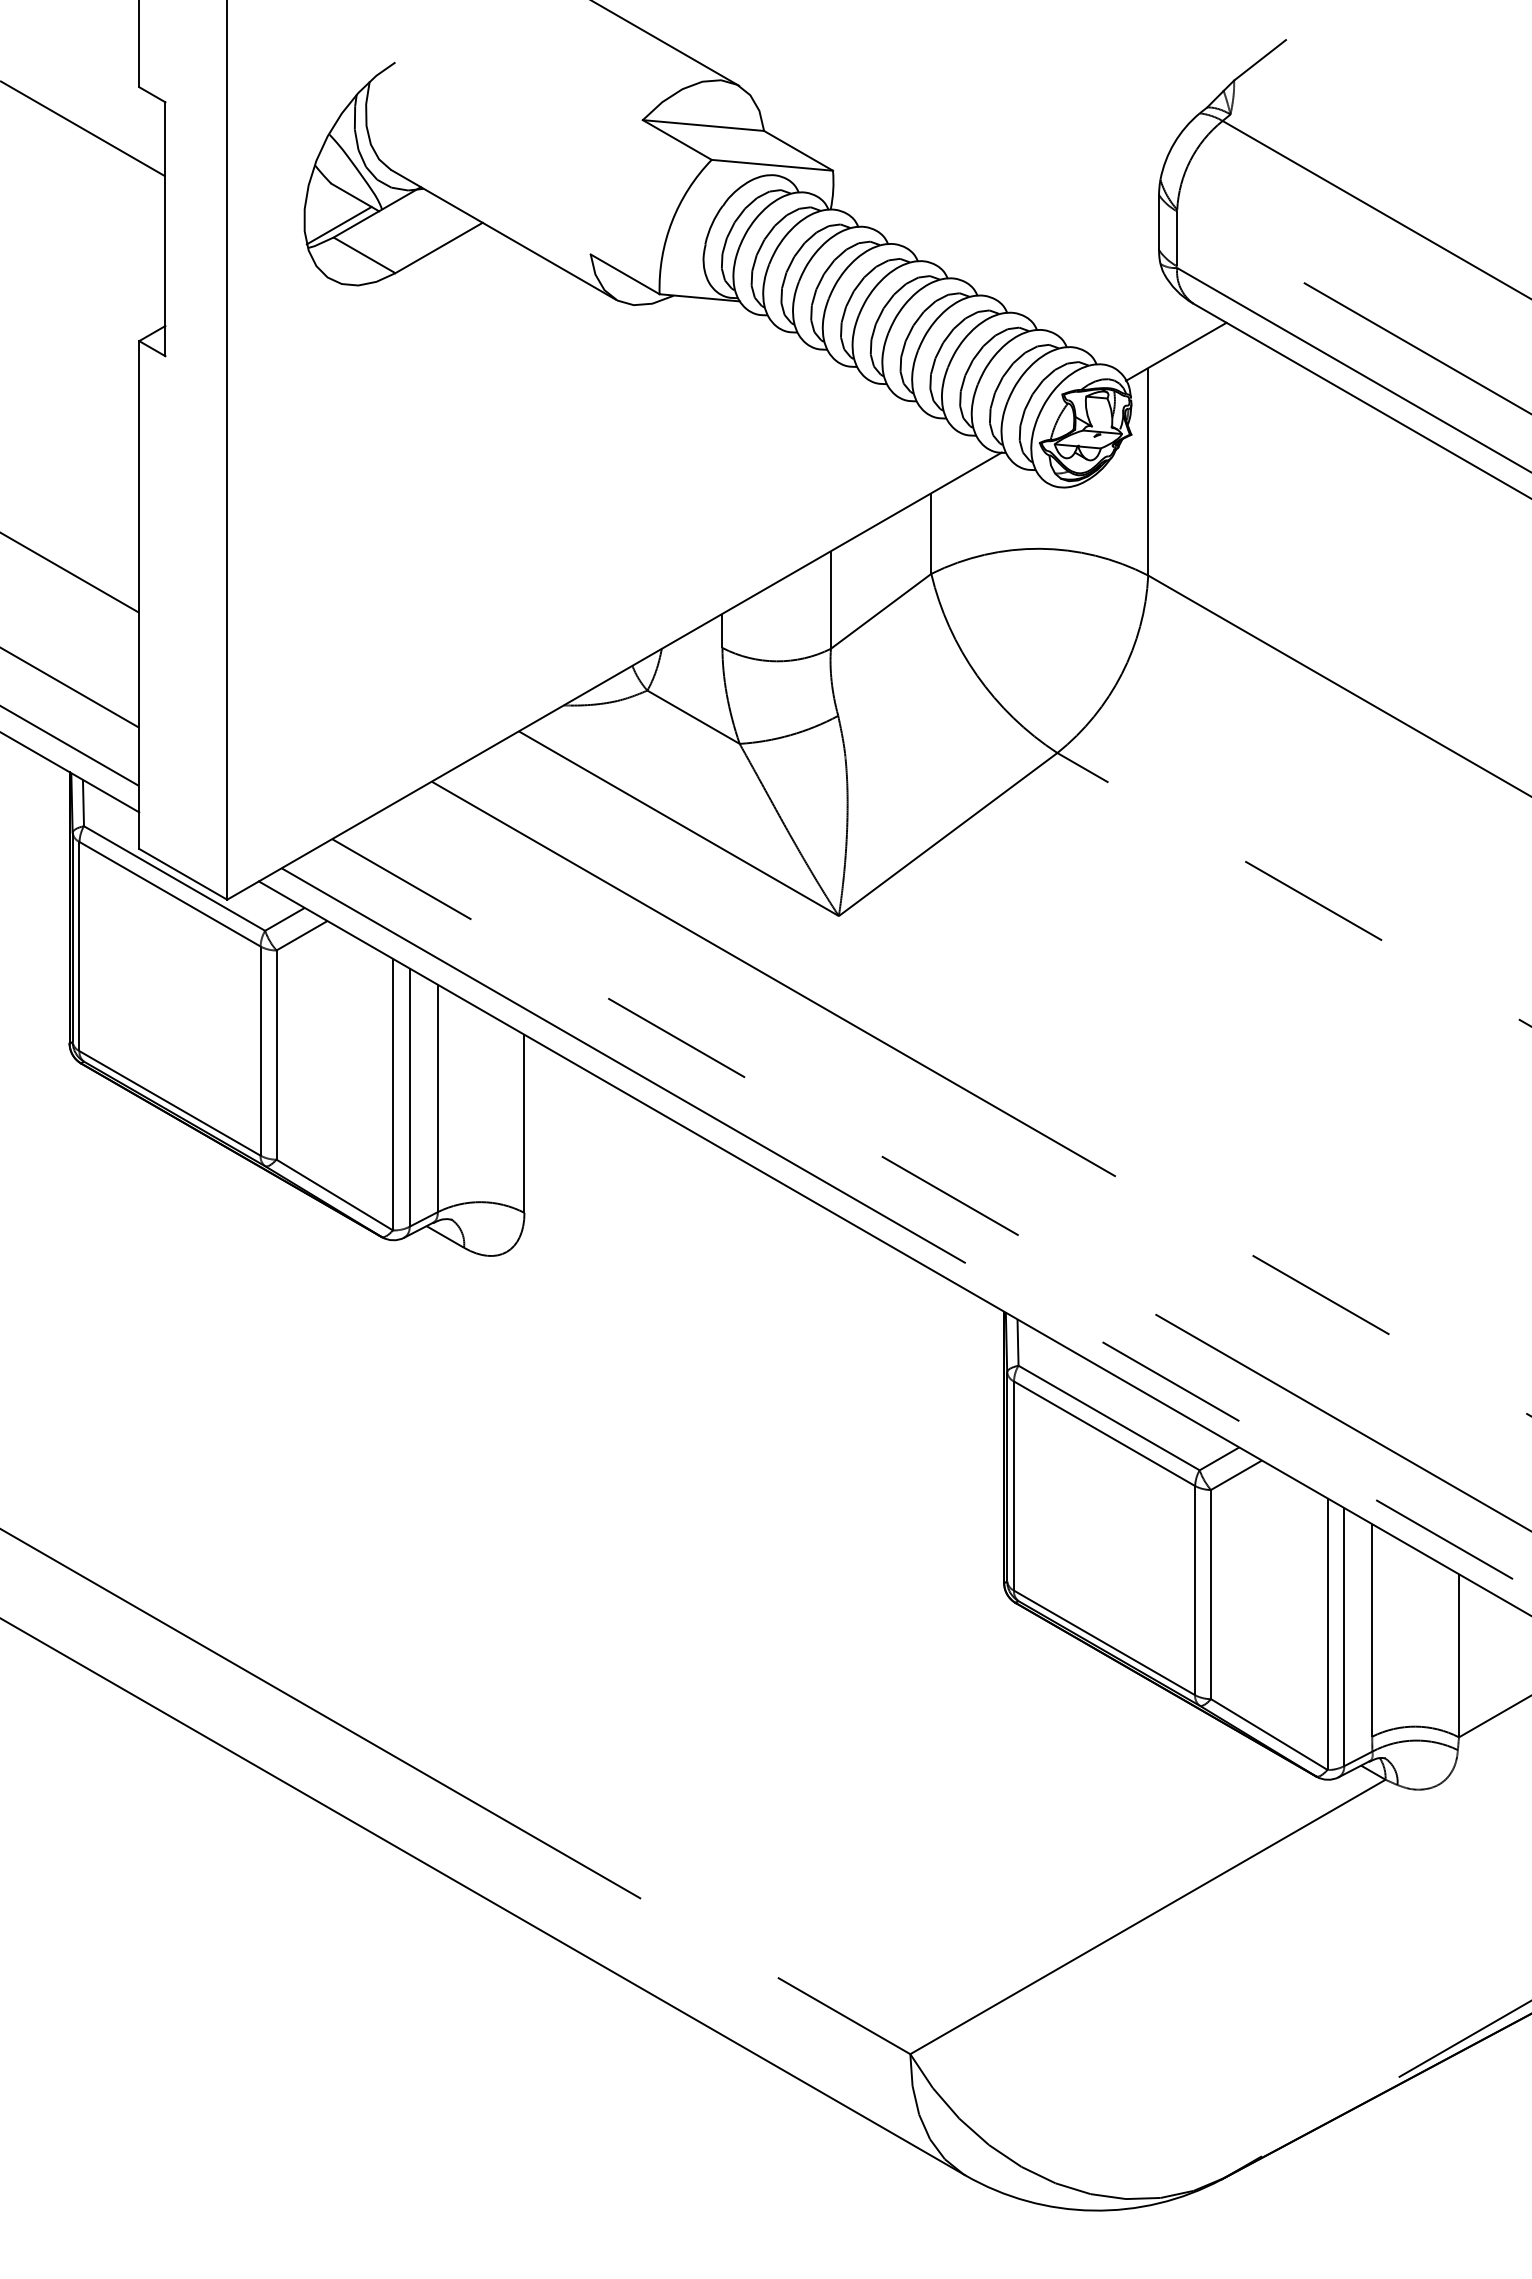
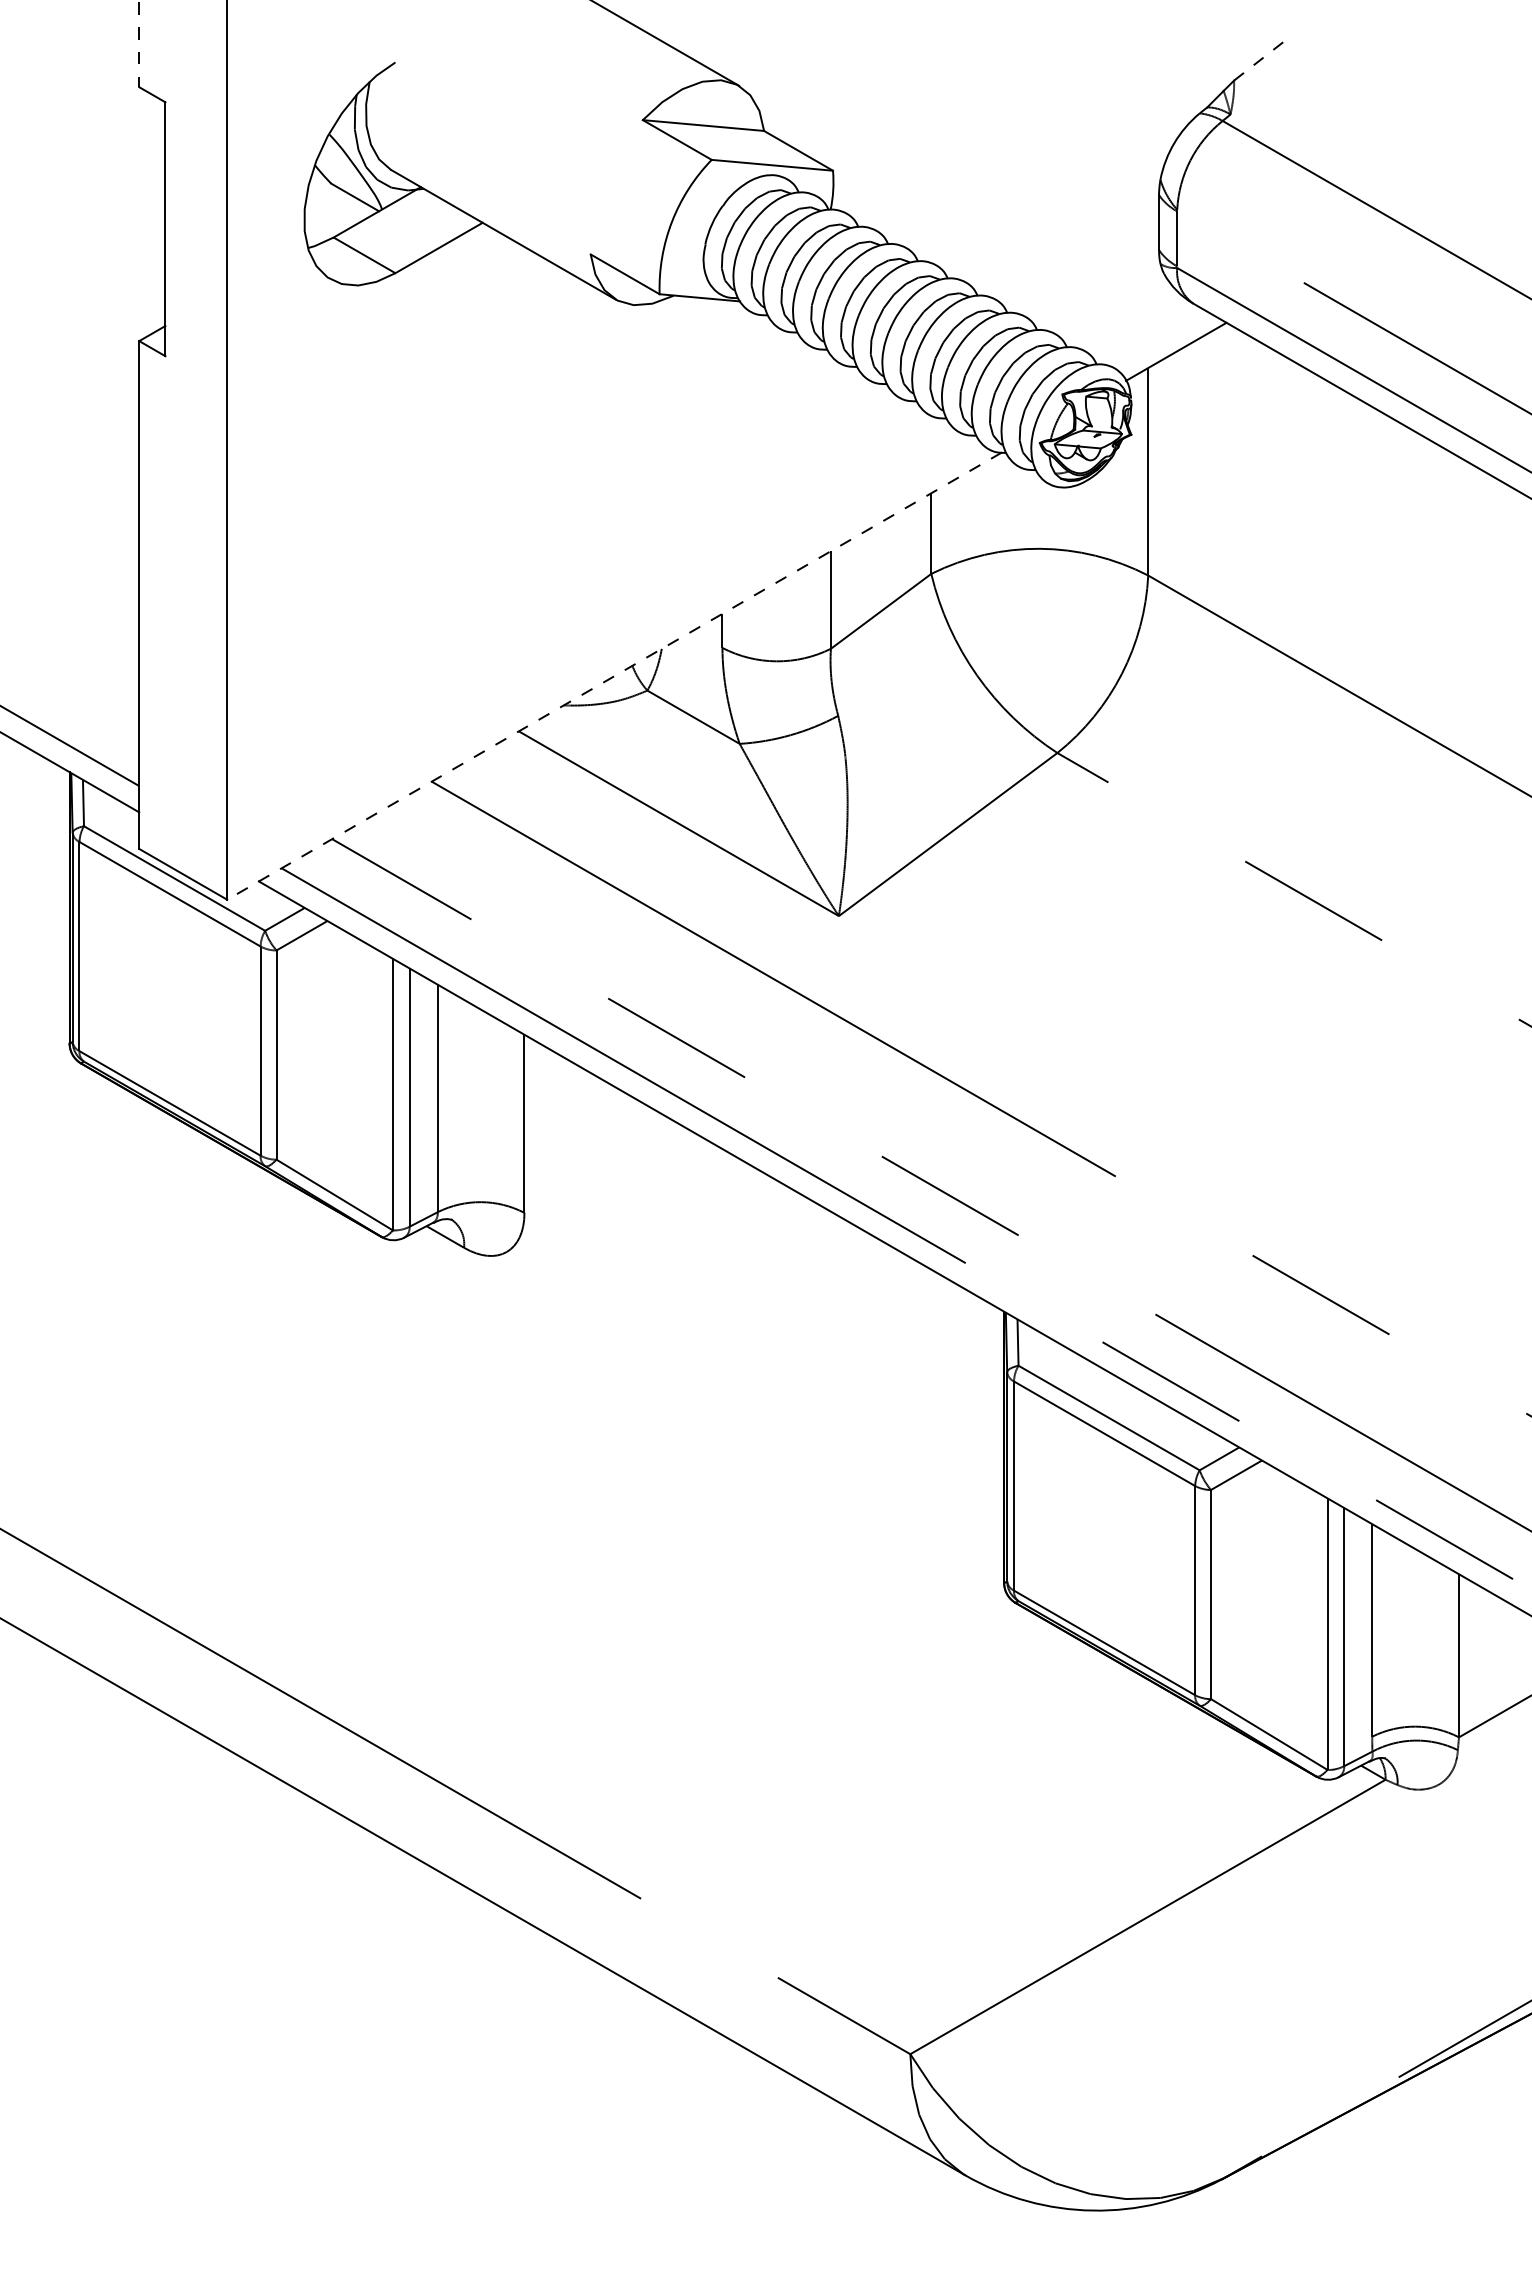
line at (139, 44): solid -> dashed
line at (1260, 60): solid -> dashed
line at (83, 129): present -> none
line at (338, 225): present -> none
line at (70, 572): present -> none
line at (614, 676): solid -> dashed
line at (70, 687): present -> none
